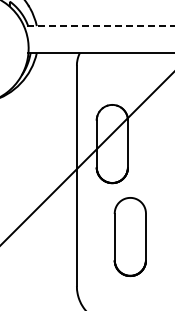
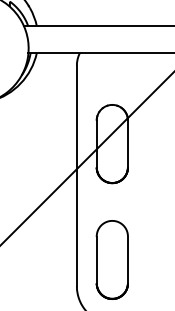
line at (98, 26): dashed -> solid
part at (129, 236) position: (129, 236) -> (111, 259)
